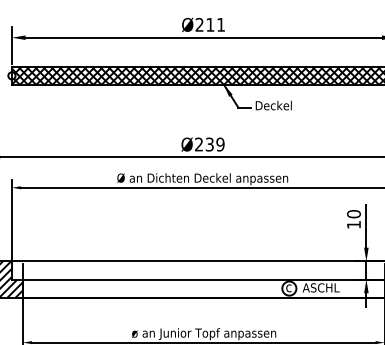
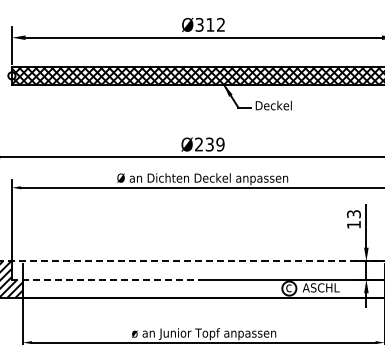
text at (209, 24): Ø211 -> Ø312
text at (353, 214): 10 -> 13
line at (192, 261): solid -> dashed
line at (107, 279): solid -> dashed
